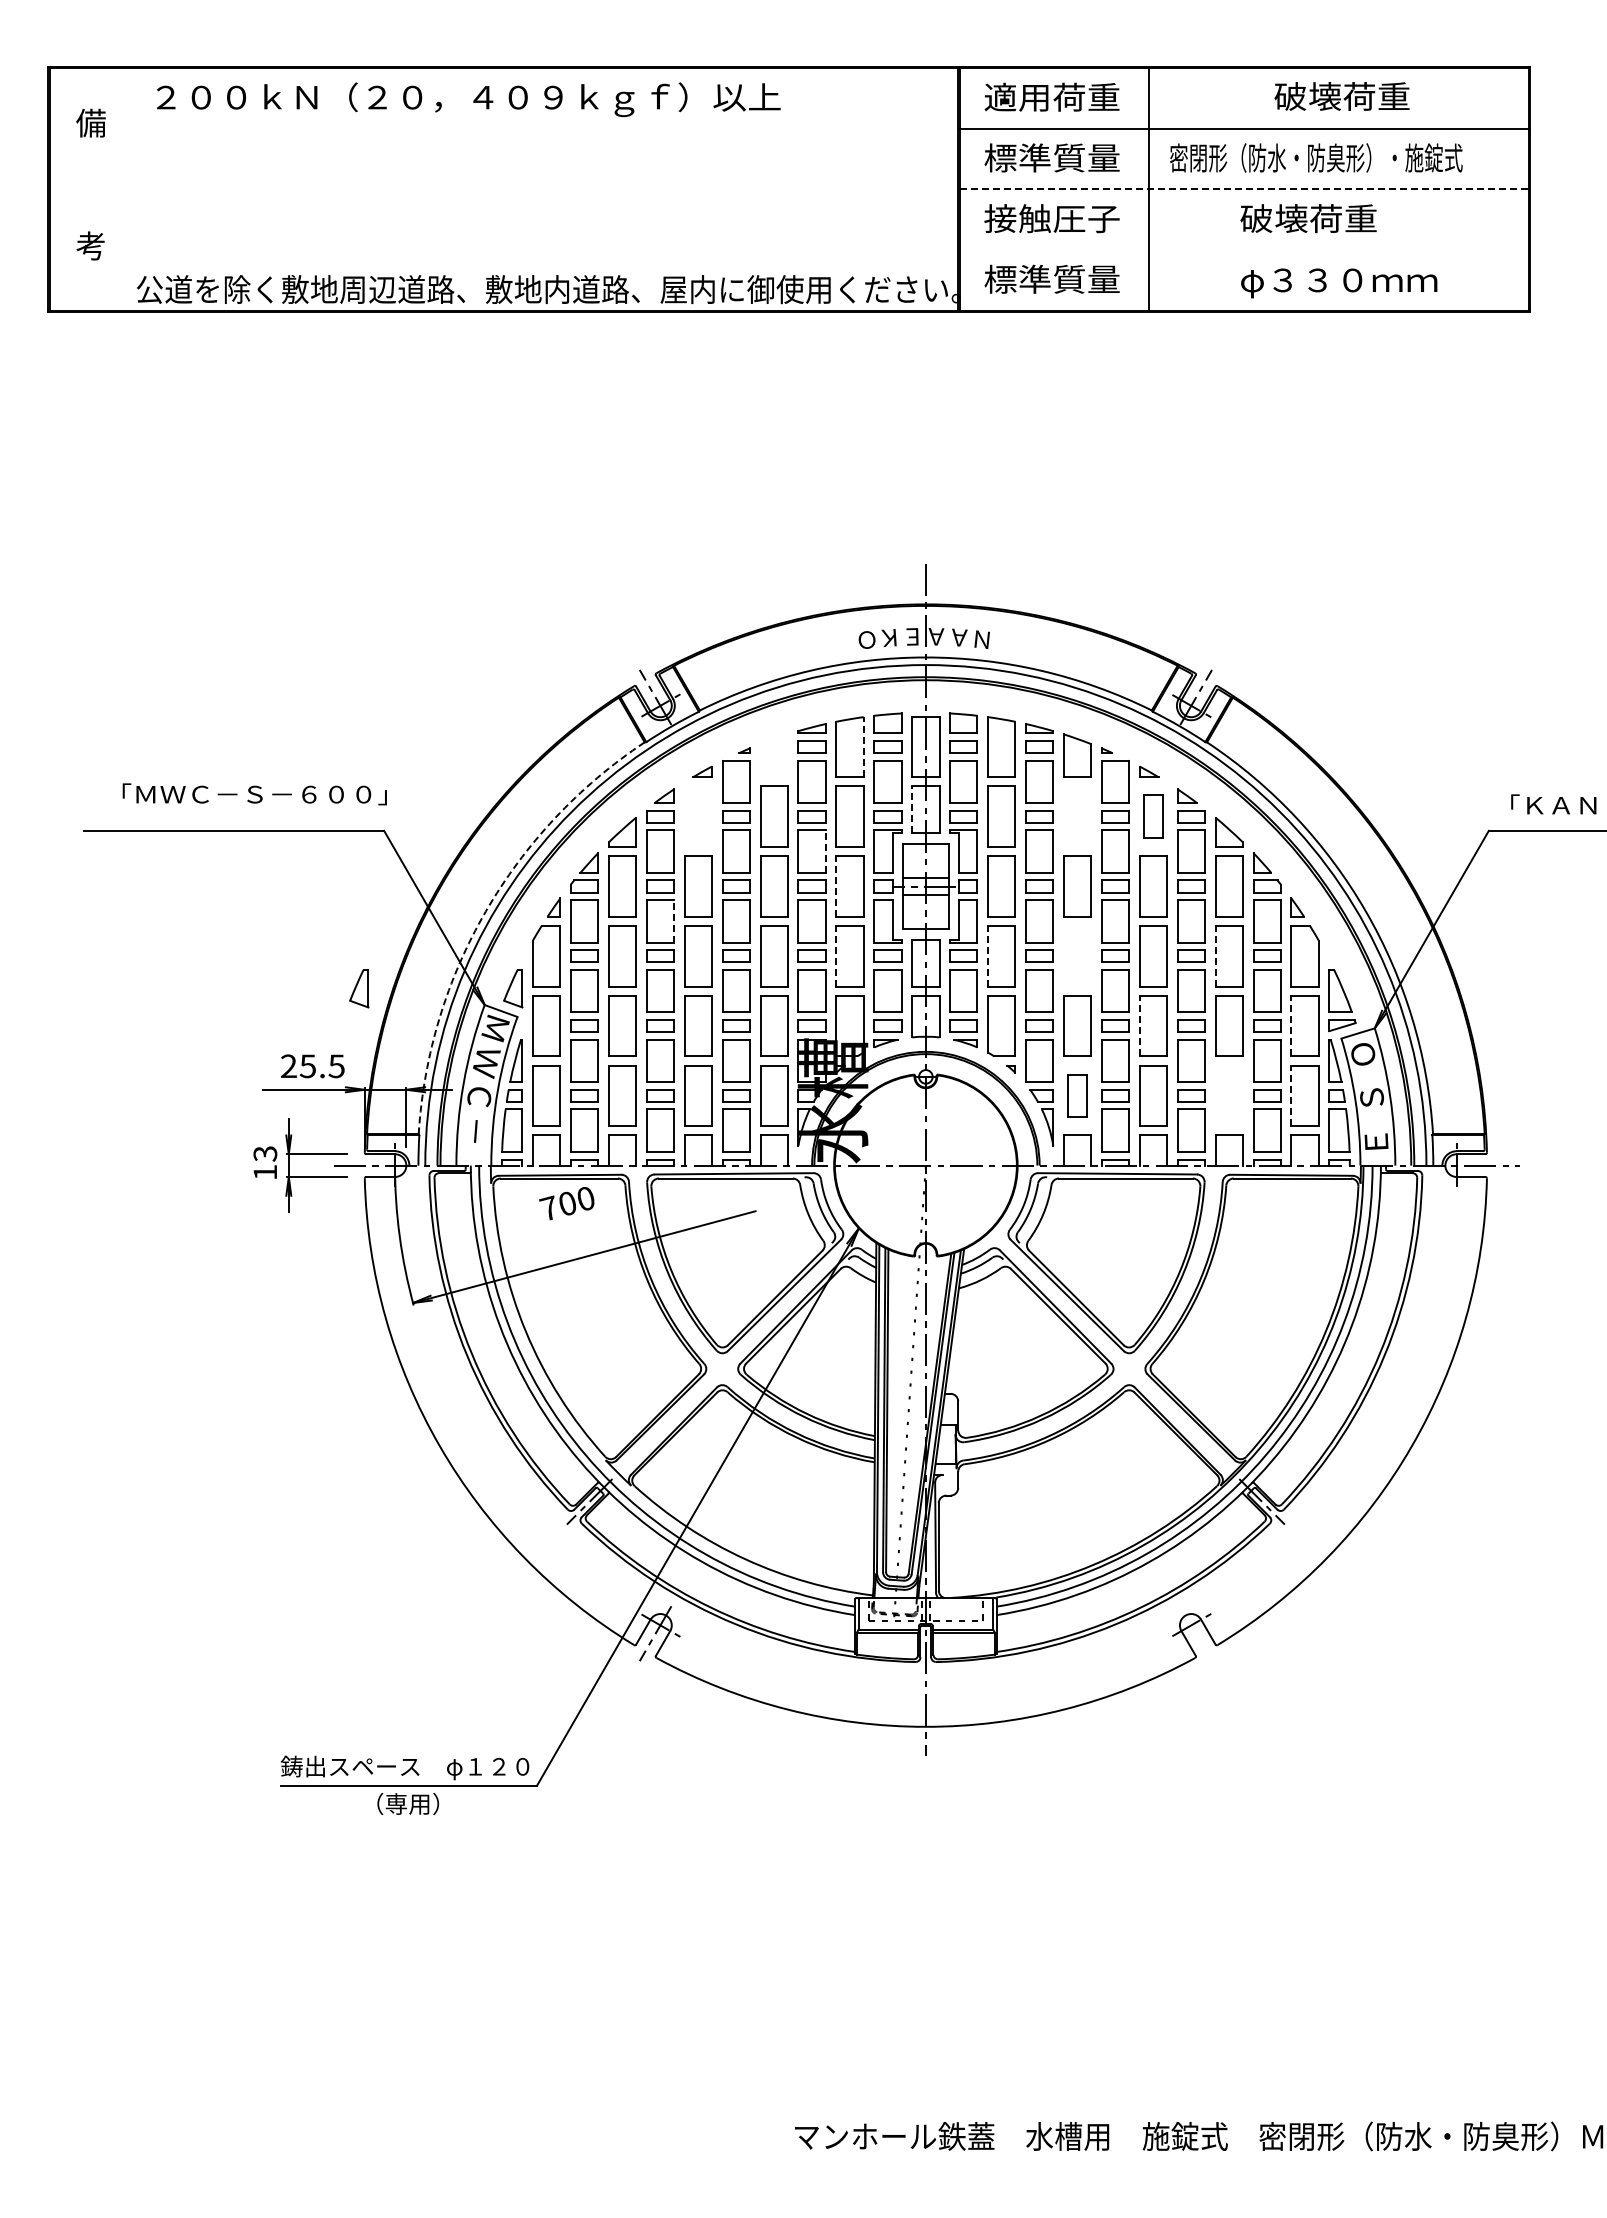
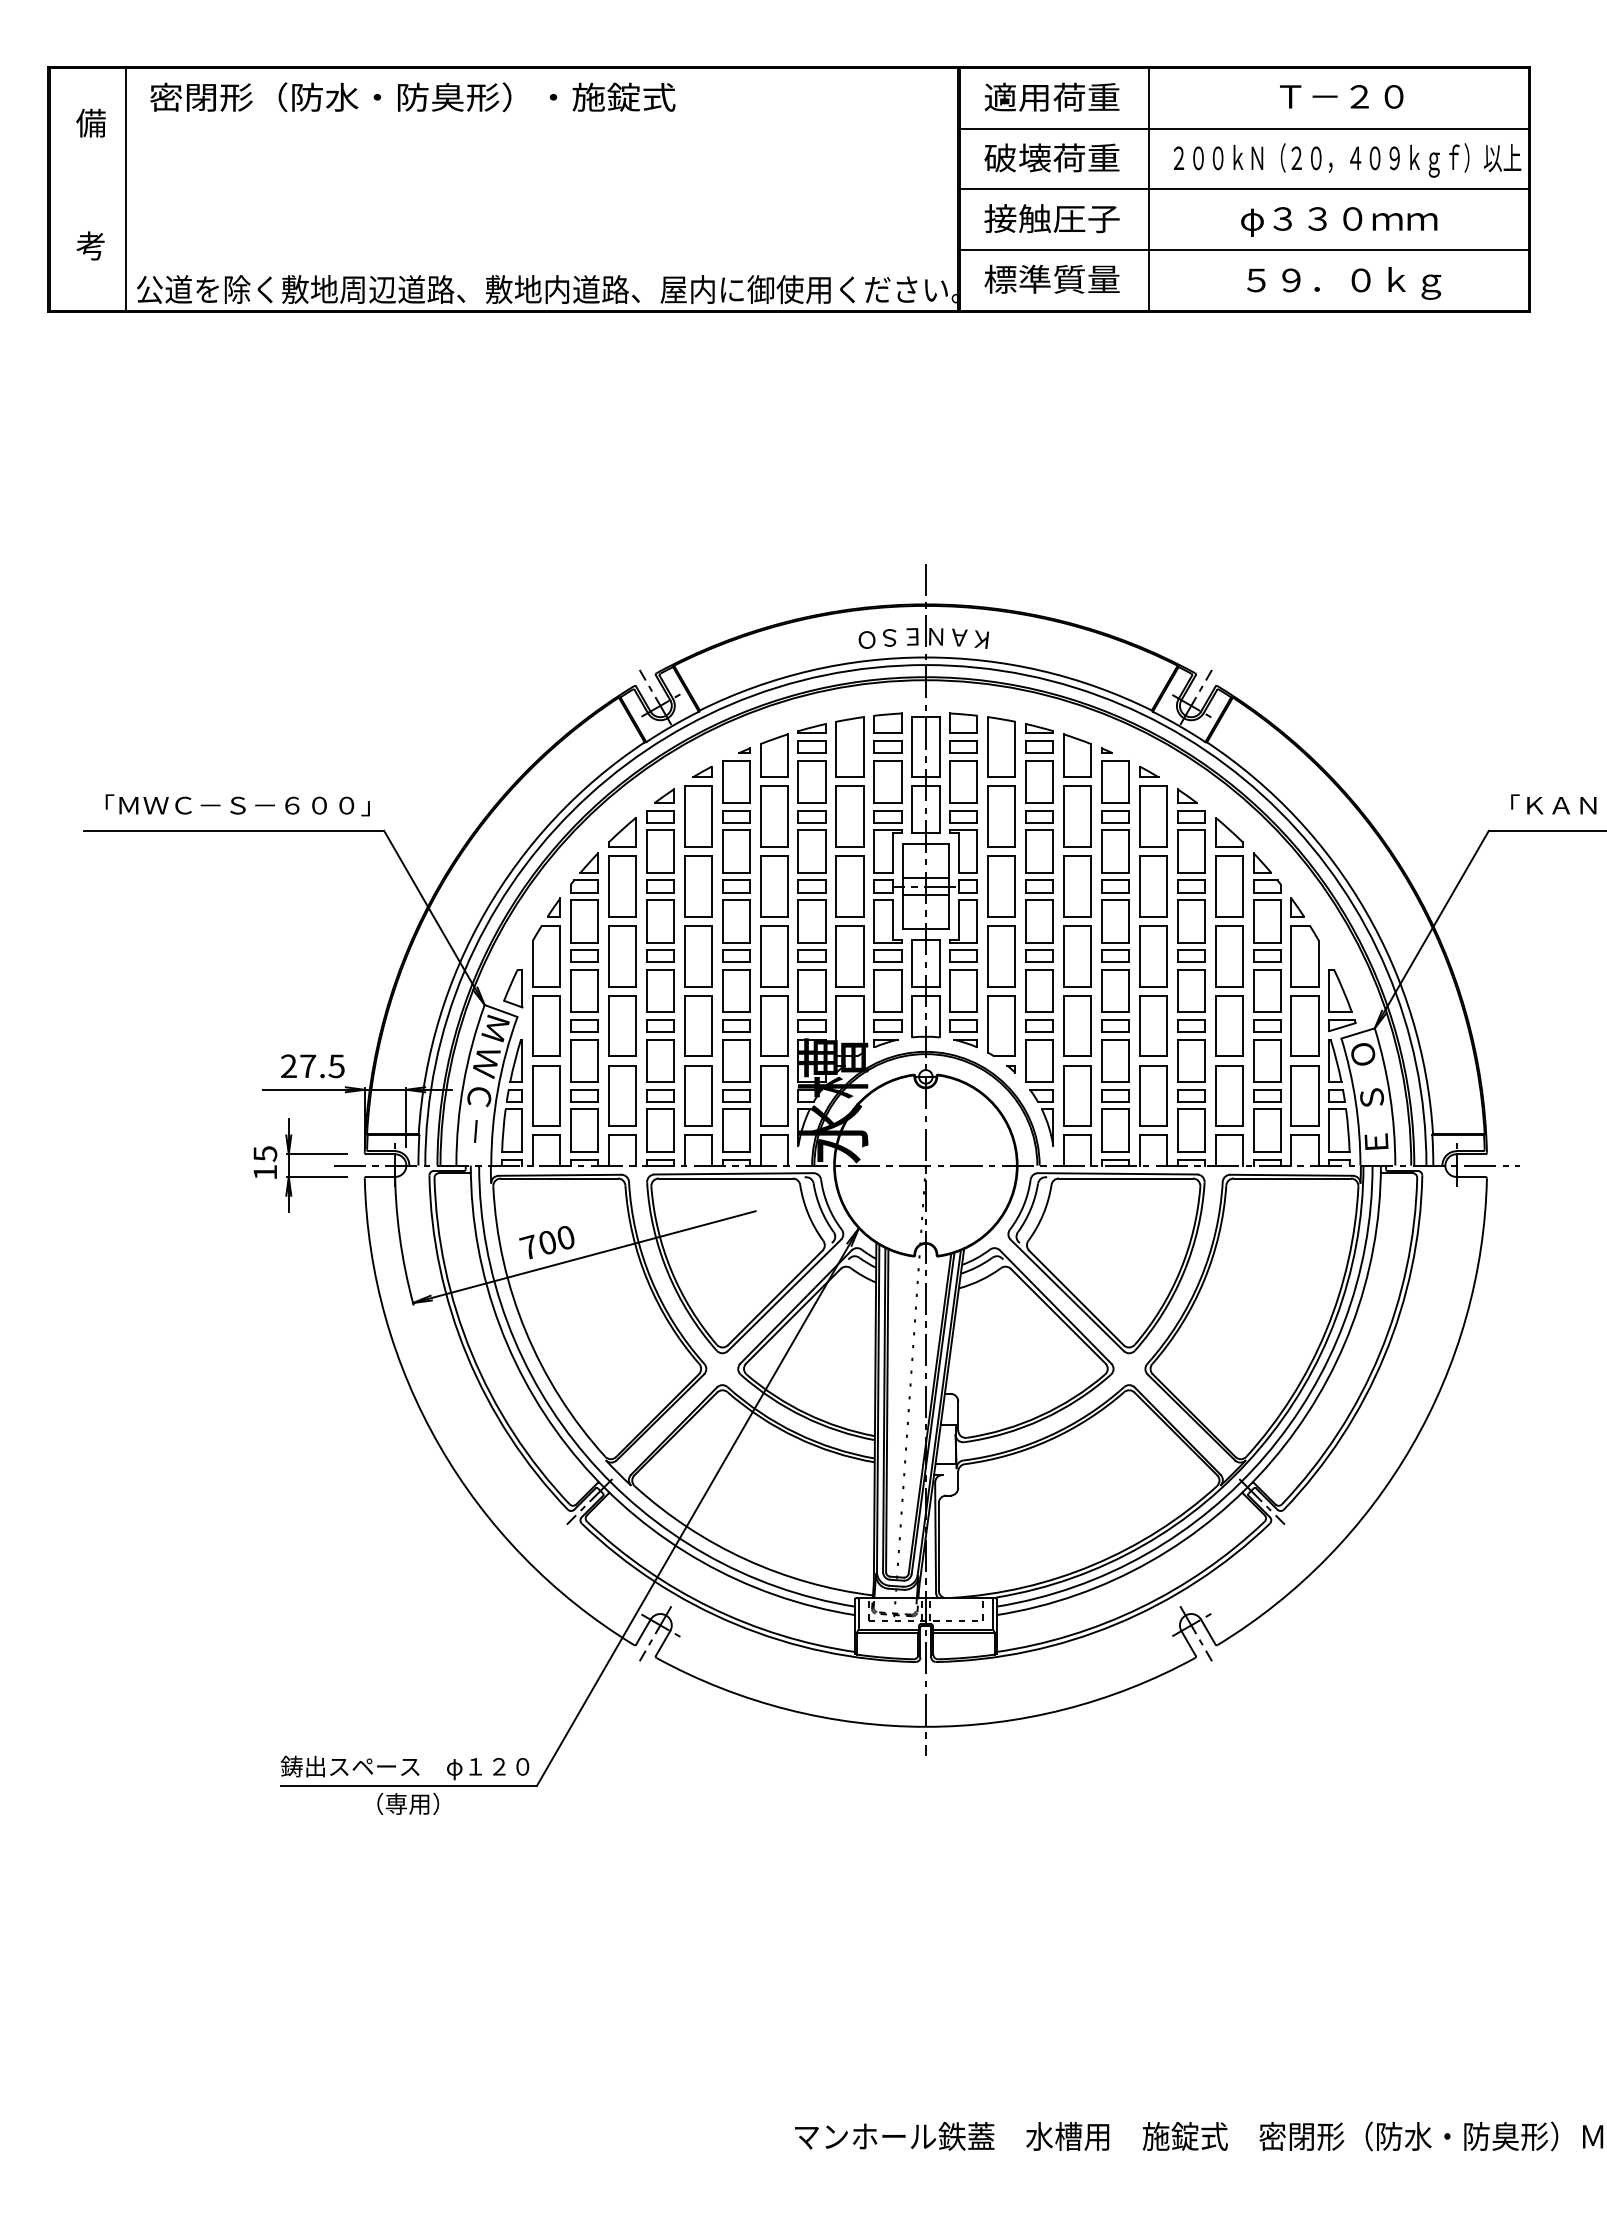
text at (1341, 96): 破壊荷重 -> Ｔ－２０
text at (465, 99): ２００ｋＮ（２０，４０９ｋｇｆ）以上 -> 密閉形（防水・防臭形）・施錠式
text at (1051, 157): 標準質量 -> 破壊荷重
text at (1345, 160): 密閉形（防水・防臭形）・施錠式 -> ２００ｋＮ（２０，４０９ｋｇｆ）以上
line at (125, 189): none -> present
line at (1244, 189): dashed -> solid
text at (1338, 220): 破壊荷重 -> φ３３０ｍｍ
line at (1243, 250): none -> present
text at (1341, 283): φ３３０ｍｍ -> ５９．０ｋｇ
text at (936, 636): Ａ -> Ｎ
text at (888, 637): Ｋ -> Ｓ
text at (981, 639): Ｎ -> Ｋ
line at (863, 746): dashed -> solid
part at (774, 755): none -> present
text at (254, 794) position: (254, 794) -> (237, 805)
line at (912, 809): dashed -> solid
part at (698, 816): none -> present
part at (1077, 816): none -> present
part at (1153, 816) size: 21x45 px -> 29x63 px
line at (825, 851): dashed -> solid
line at (836, 886): dashed -> solid
arc at (485, 911): dashed -> solid
line at (674, 920): dashed -> solid
line at (836, 955): dashed -> solid
line at (988, 955): dashed -> solid
line at (1215, 955): dashed -> solid
part at (1077, 956): none -> present
part at (359, 988): present -> none
line at (1139, 1025): dashed -> solid
line at (1291, 1025): dashed -> solid
text at (307, 1066): 25.5 -> 27.5
part at (1077, 1095) size: 21x44 px -> 29x62 px
part at (1229, 1095): none -> present
line at (1291, 1095): dashed -> solid
text at (264, 1153): 13 -> 15
text at (566, 1203) position: (566, 1203) -> (546, 1242)
line at (1196, 1633): none -> present
